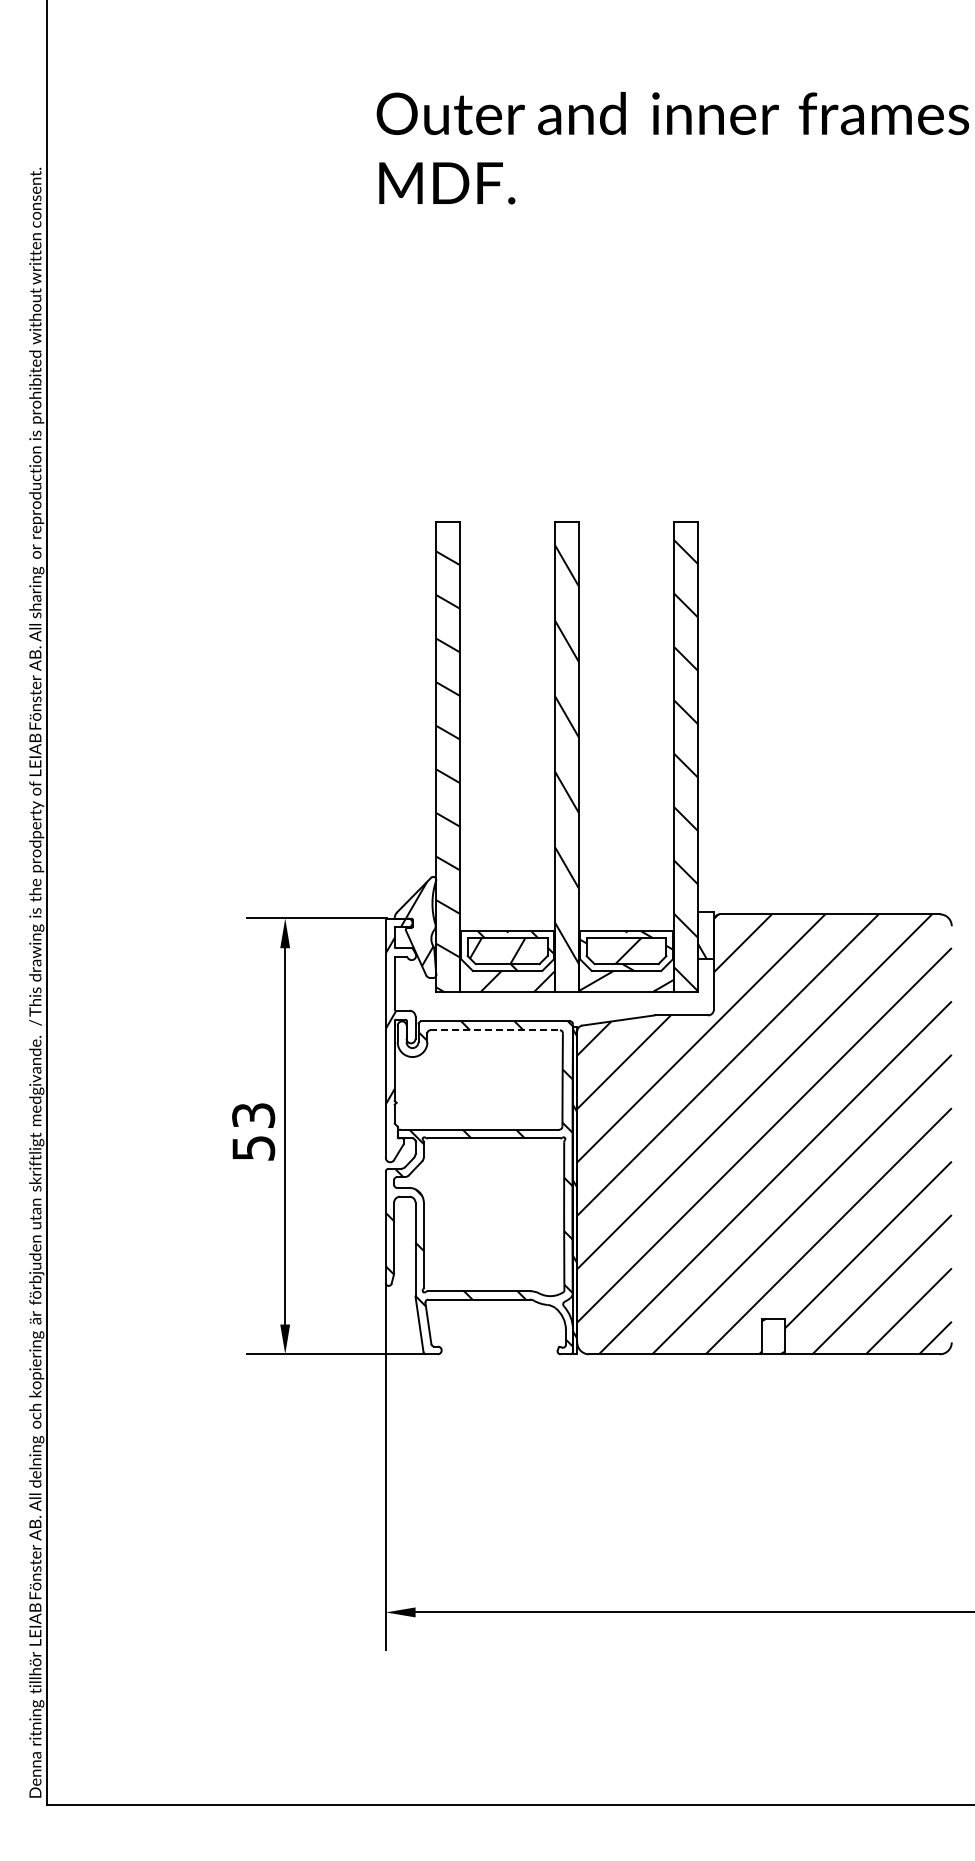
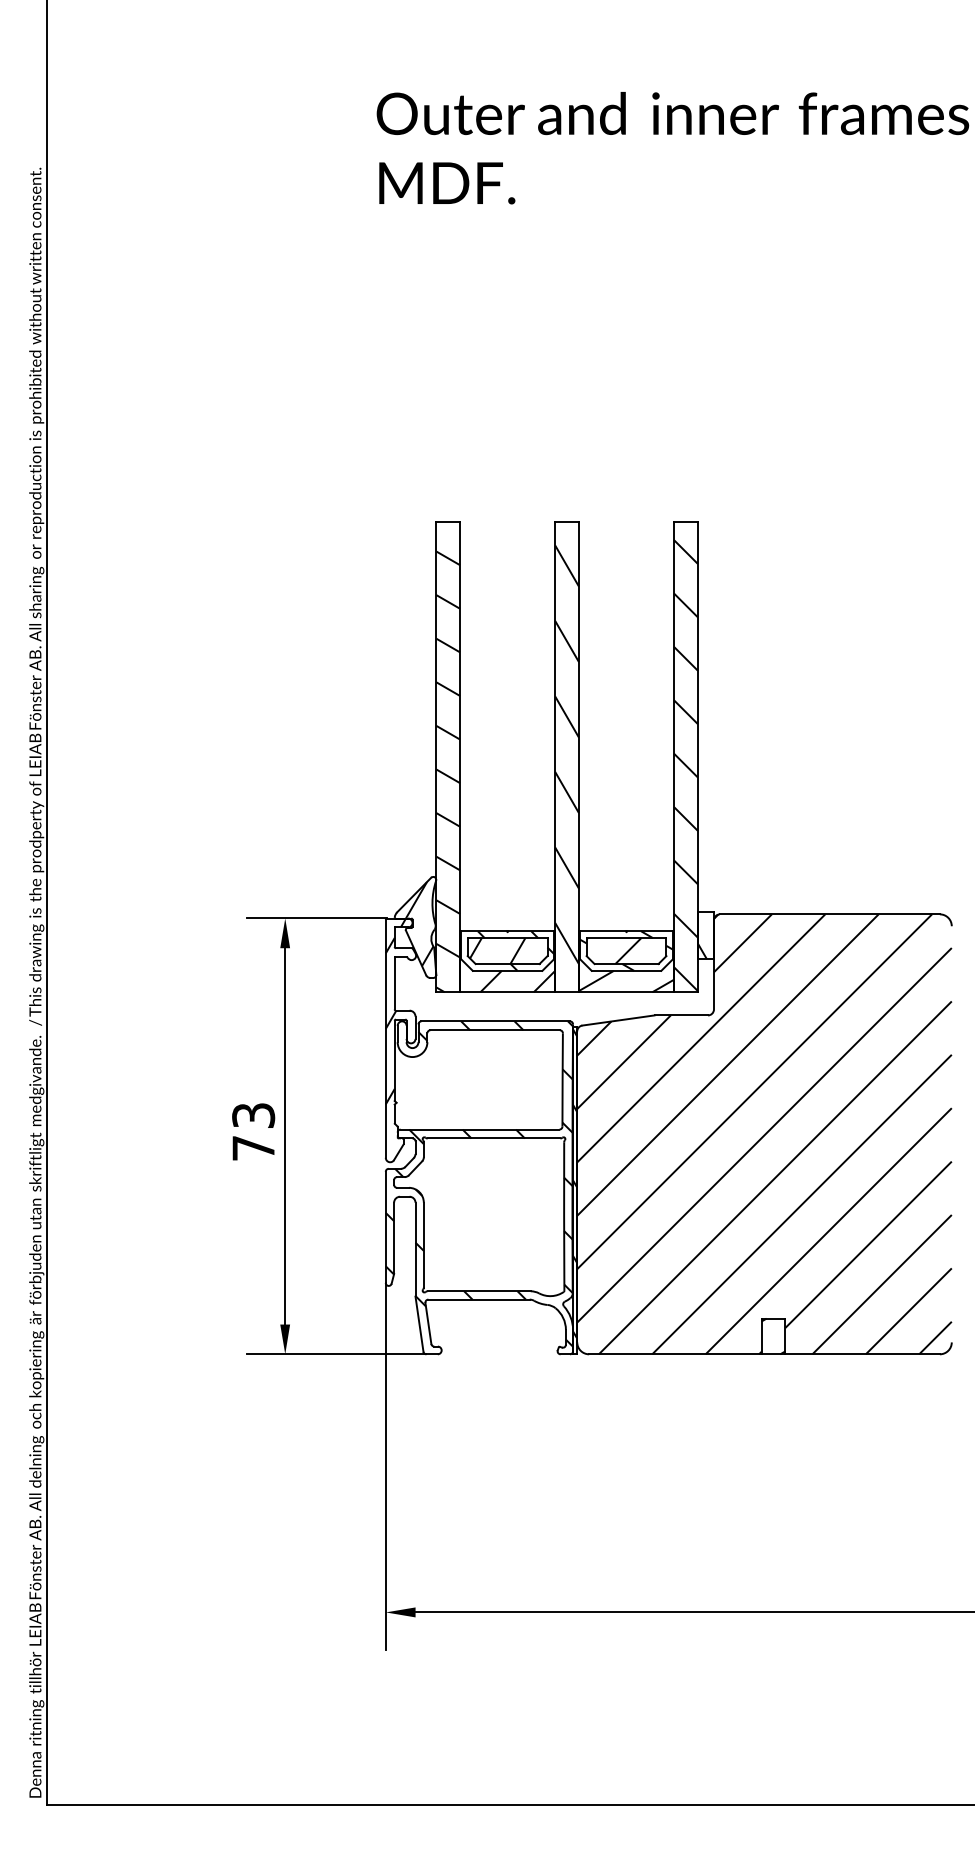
line at (495, 1030): dashed -> solid
text at (253, 1148): 53 -> 73
